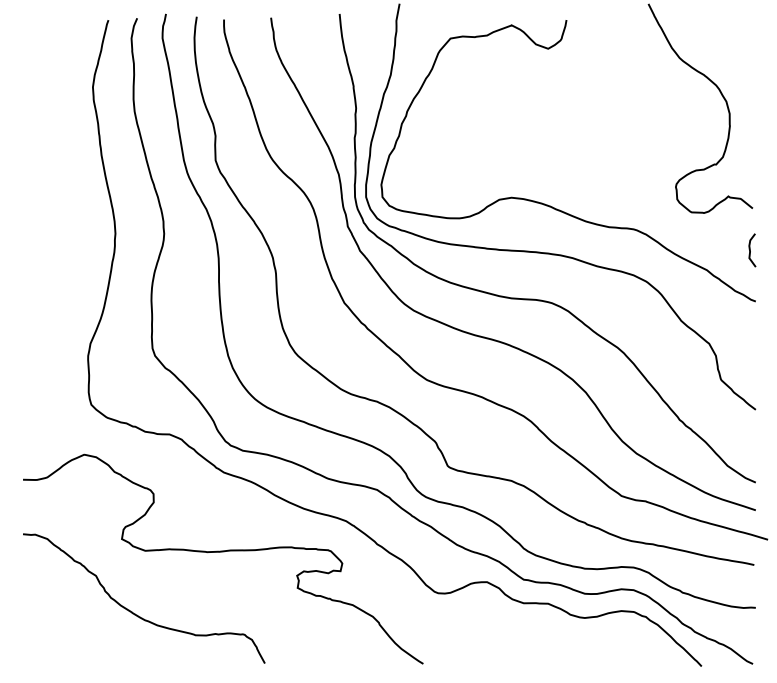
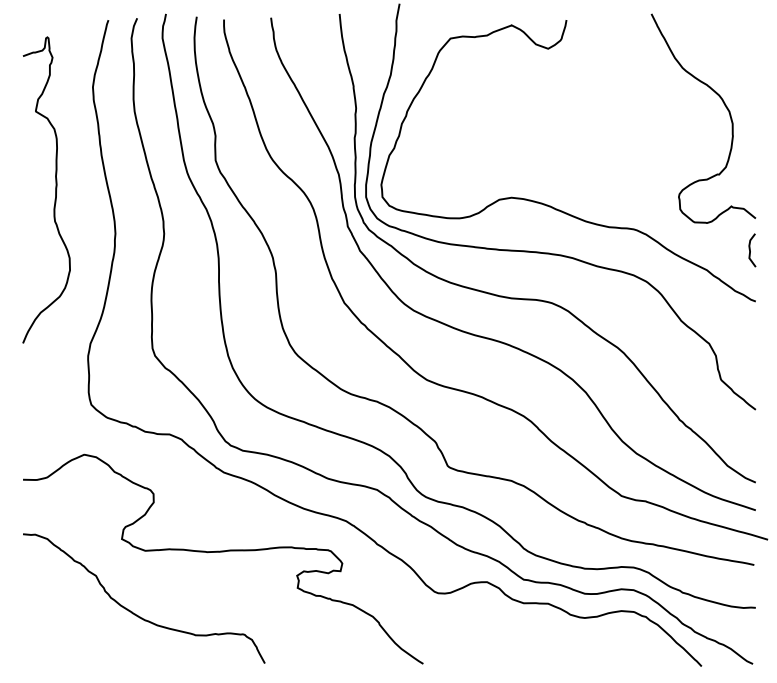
curve at (722, 97) position: (722, 97) -> (725, 107)
curve at (55, 189): none -> present
